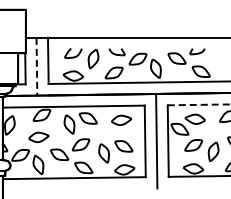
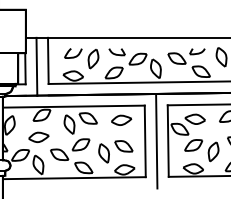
part at (221, 57): none -> present
line at (36, 66): dashed -> solid
line at (199, 104): dashed -> solid
